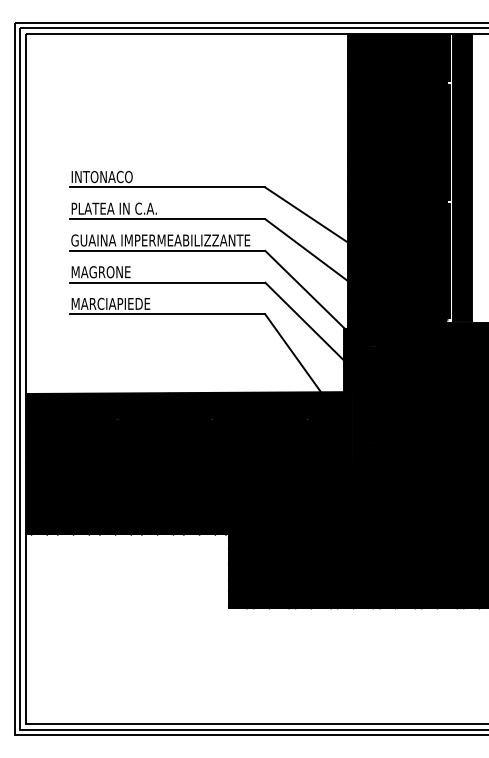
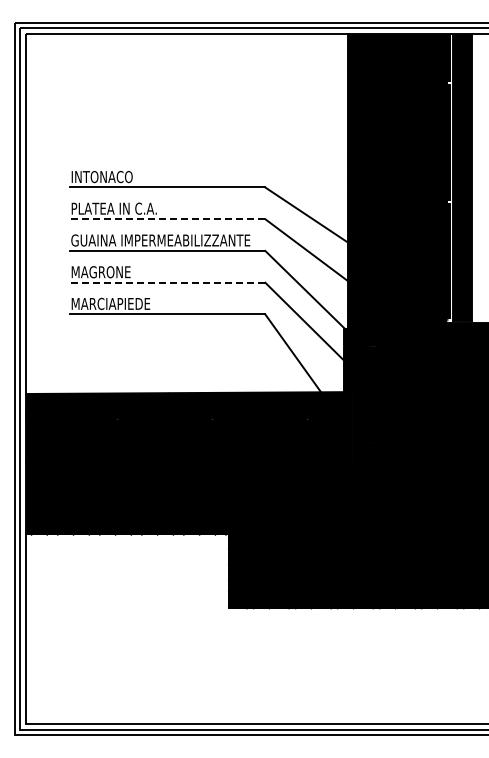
line at (167, 219): solid -> dashed
line at (167, 282): solid -> dashed
